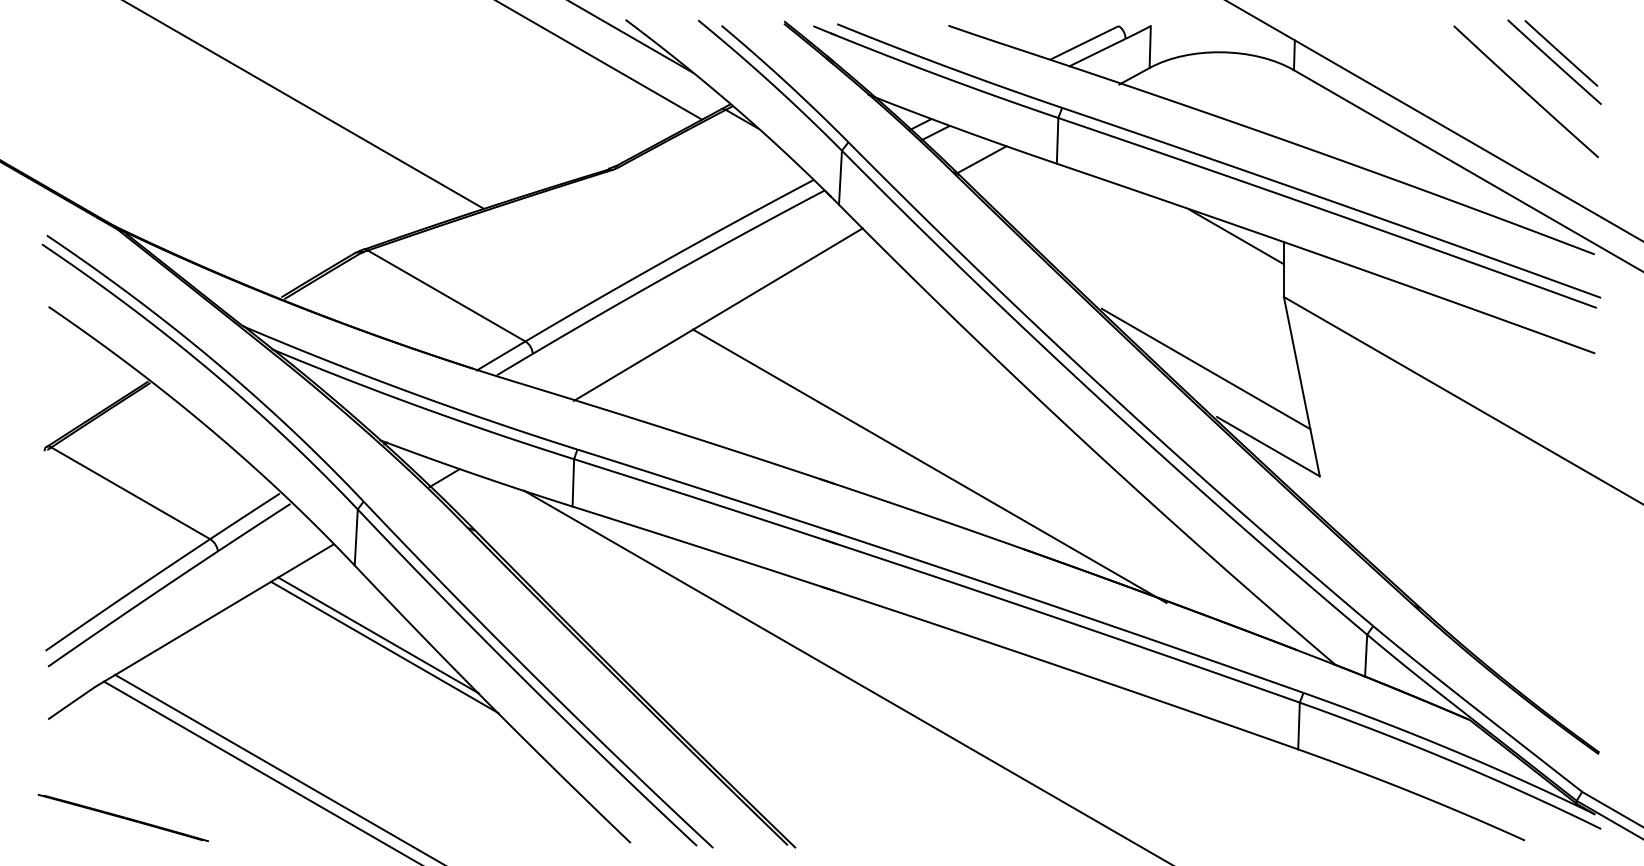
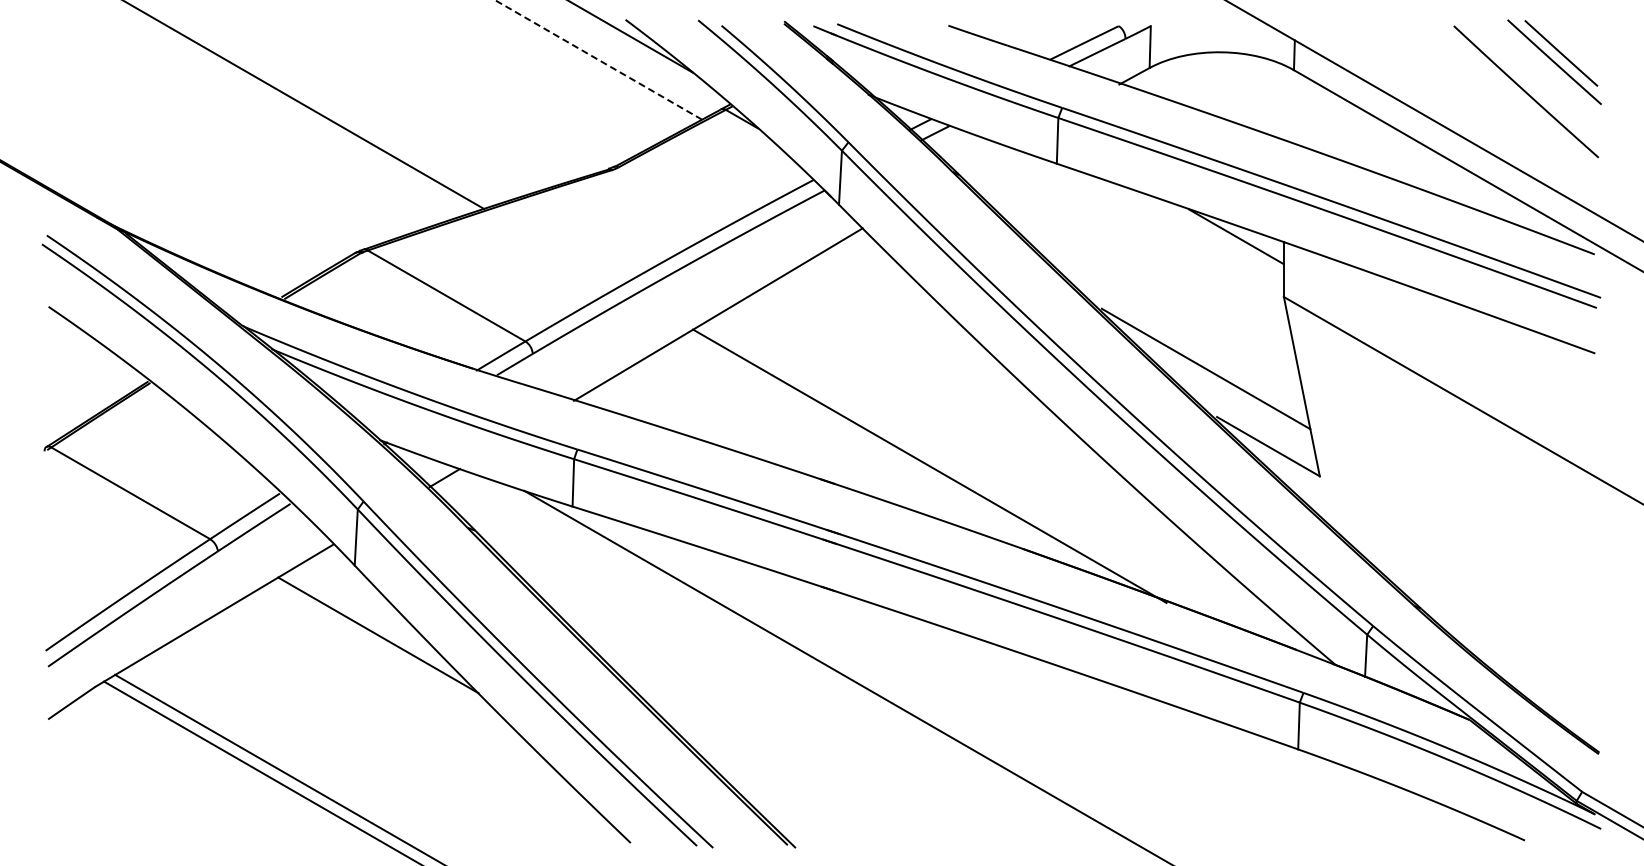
line at (598, 59): solid -> dashed
line at (982, 159): present -> none
line at (384, 647): present -> none
line at (122, 817): present -> none
